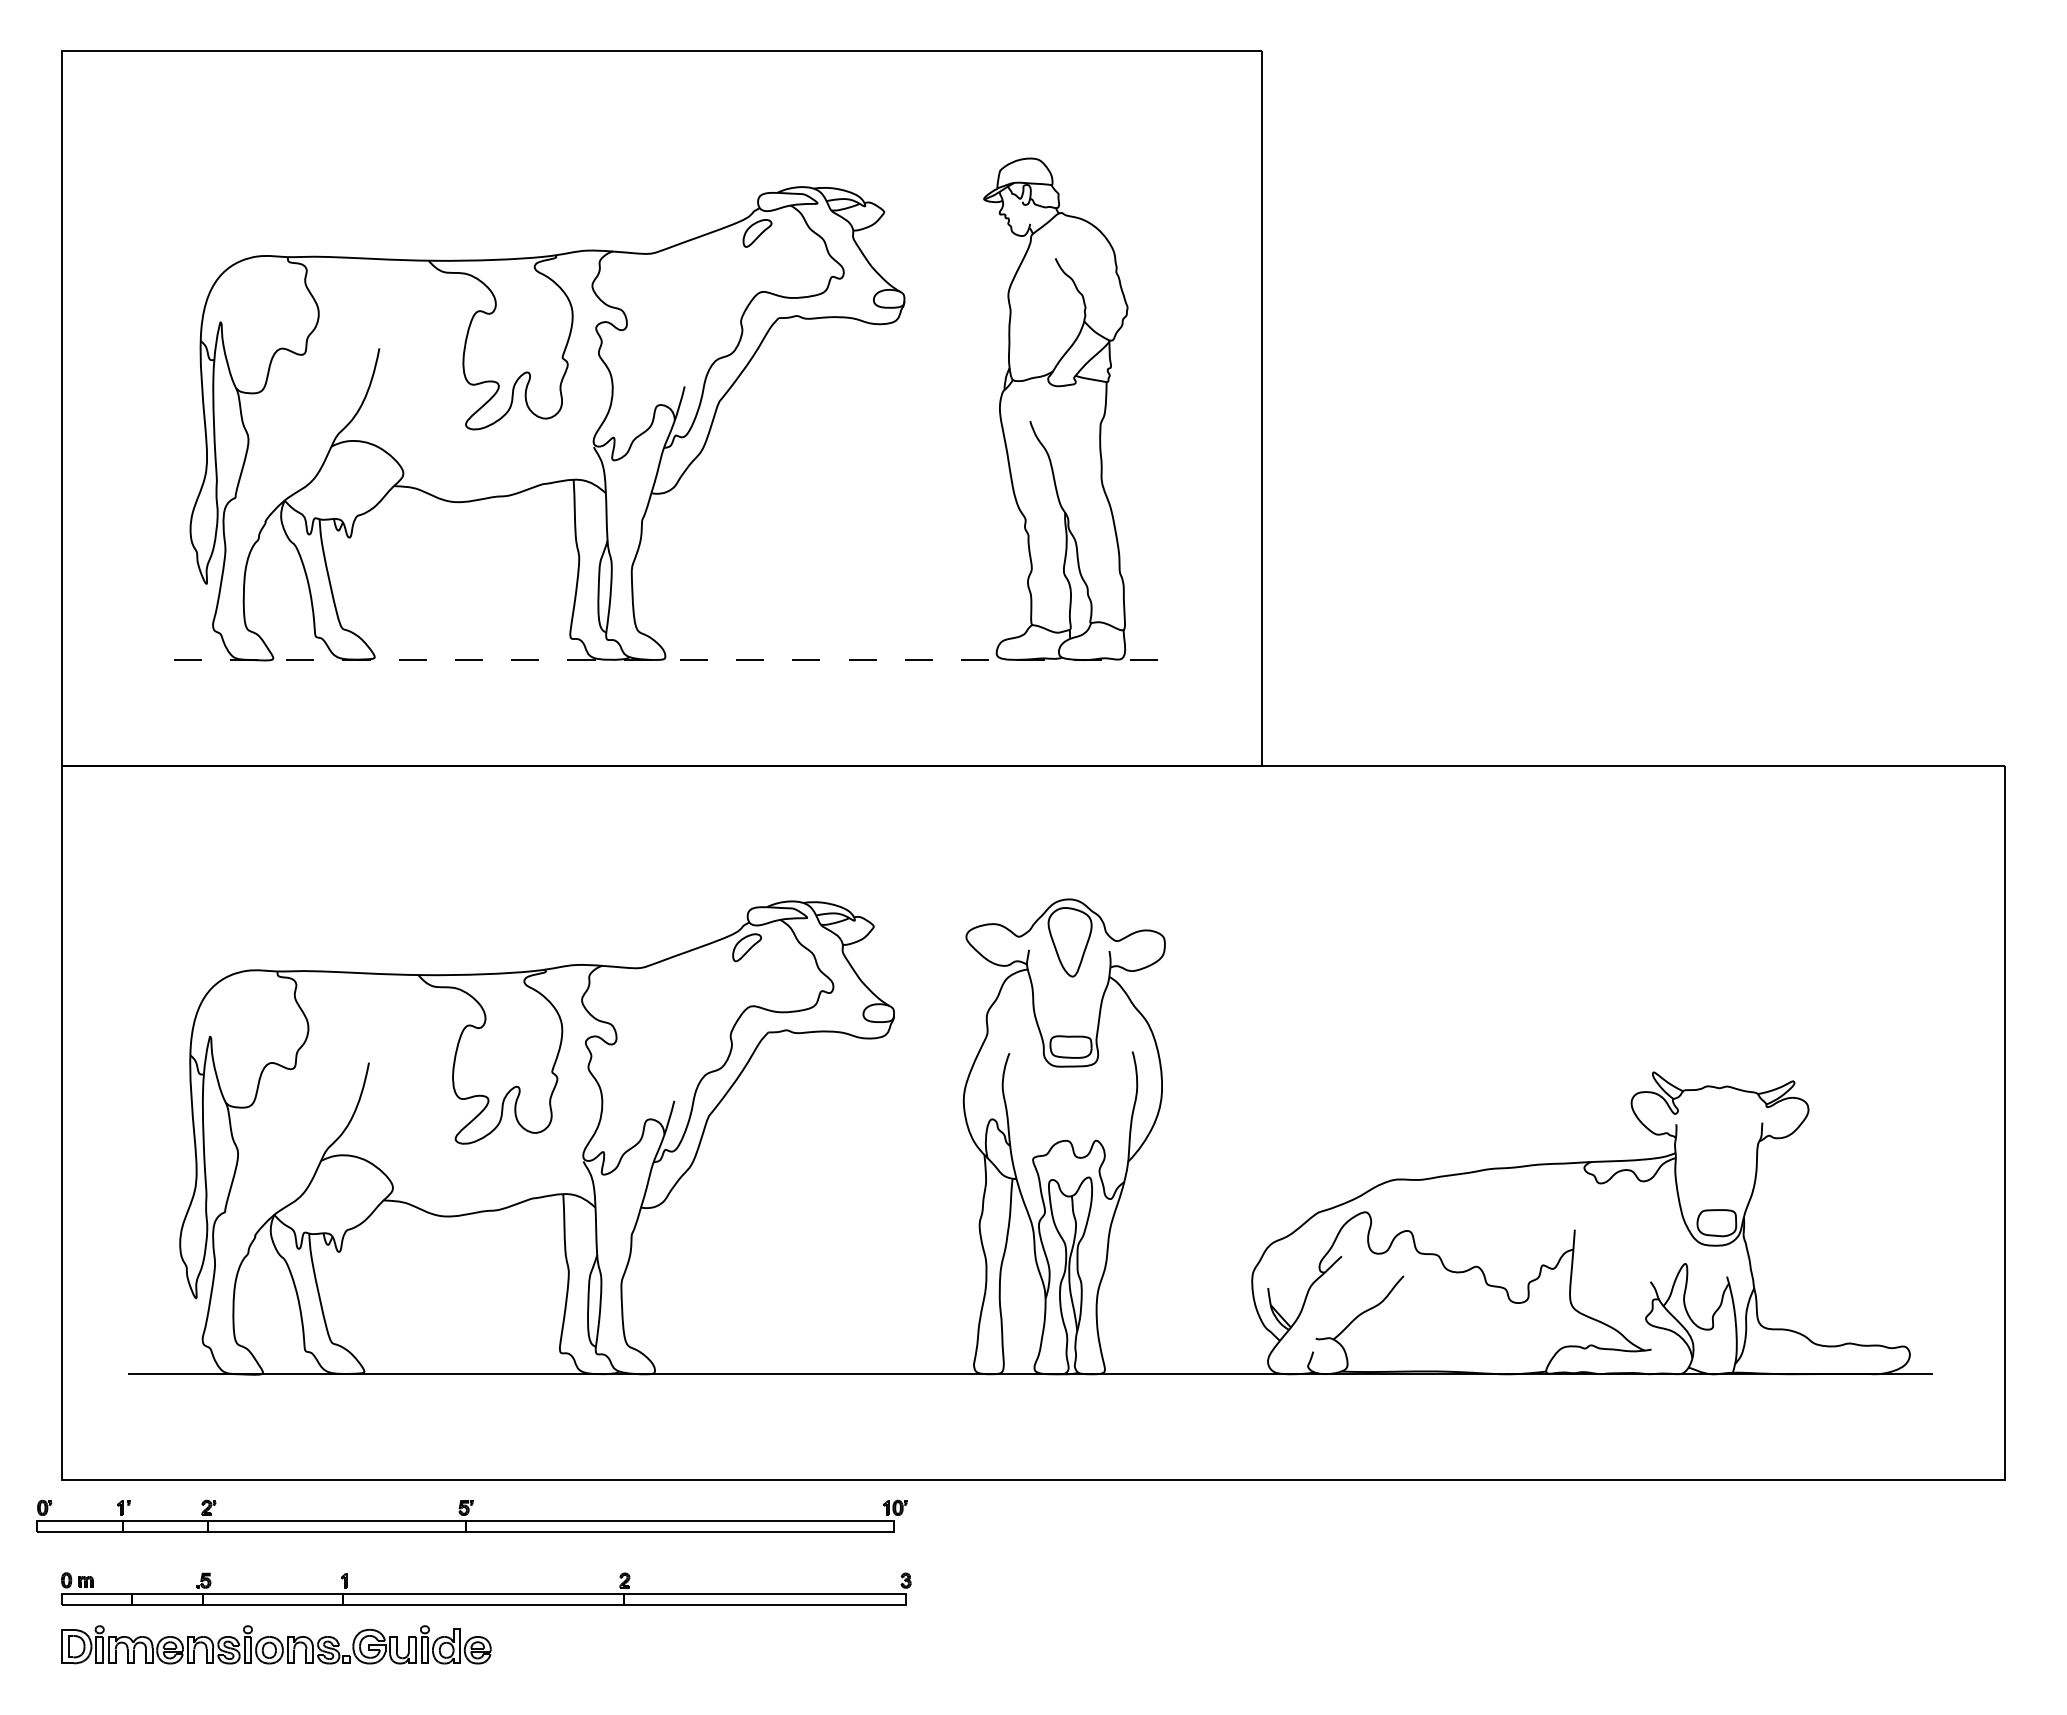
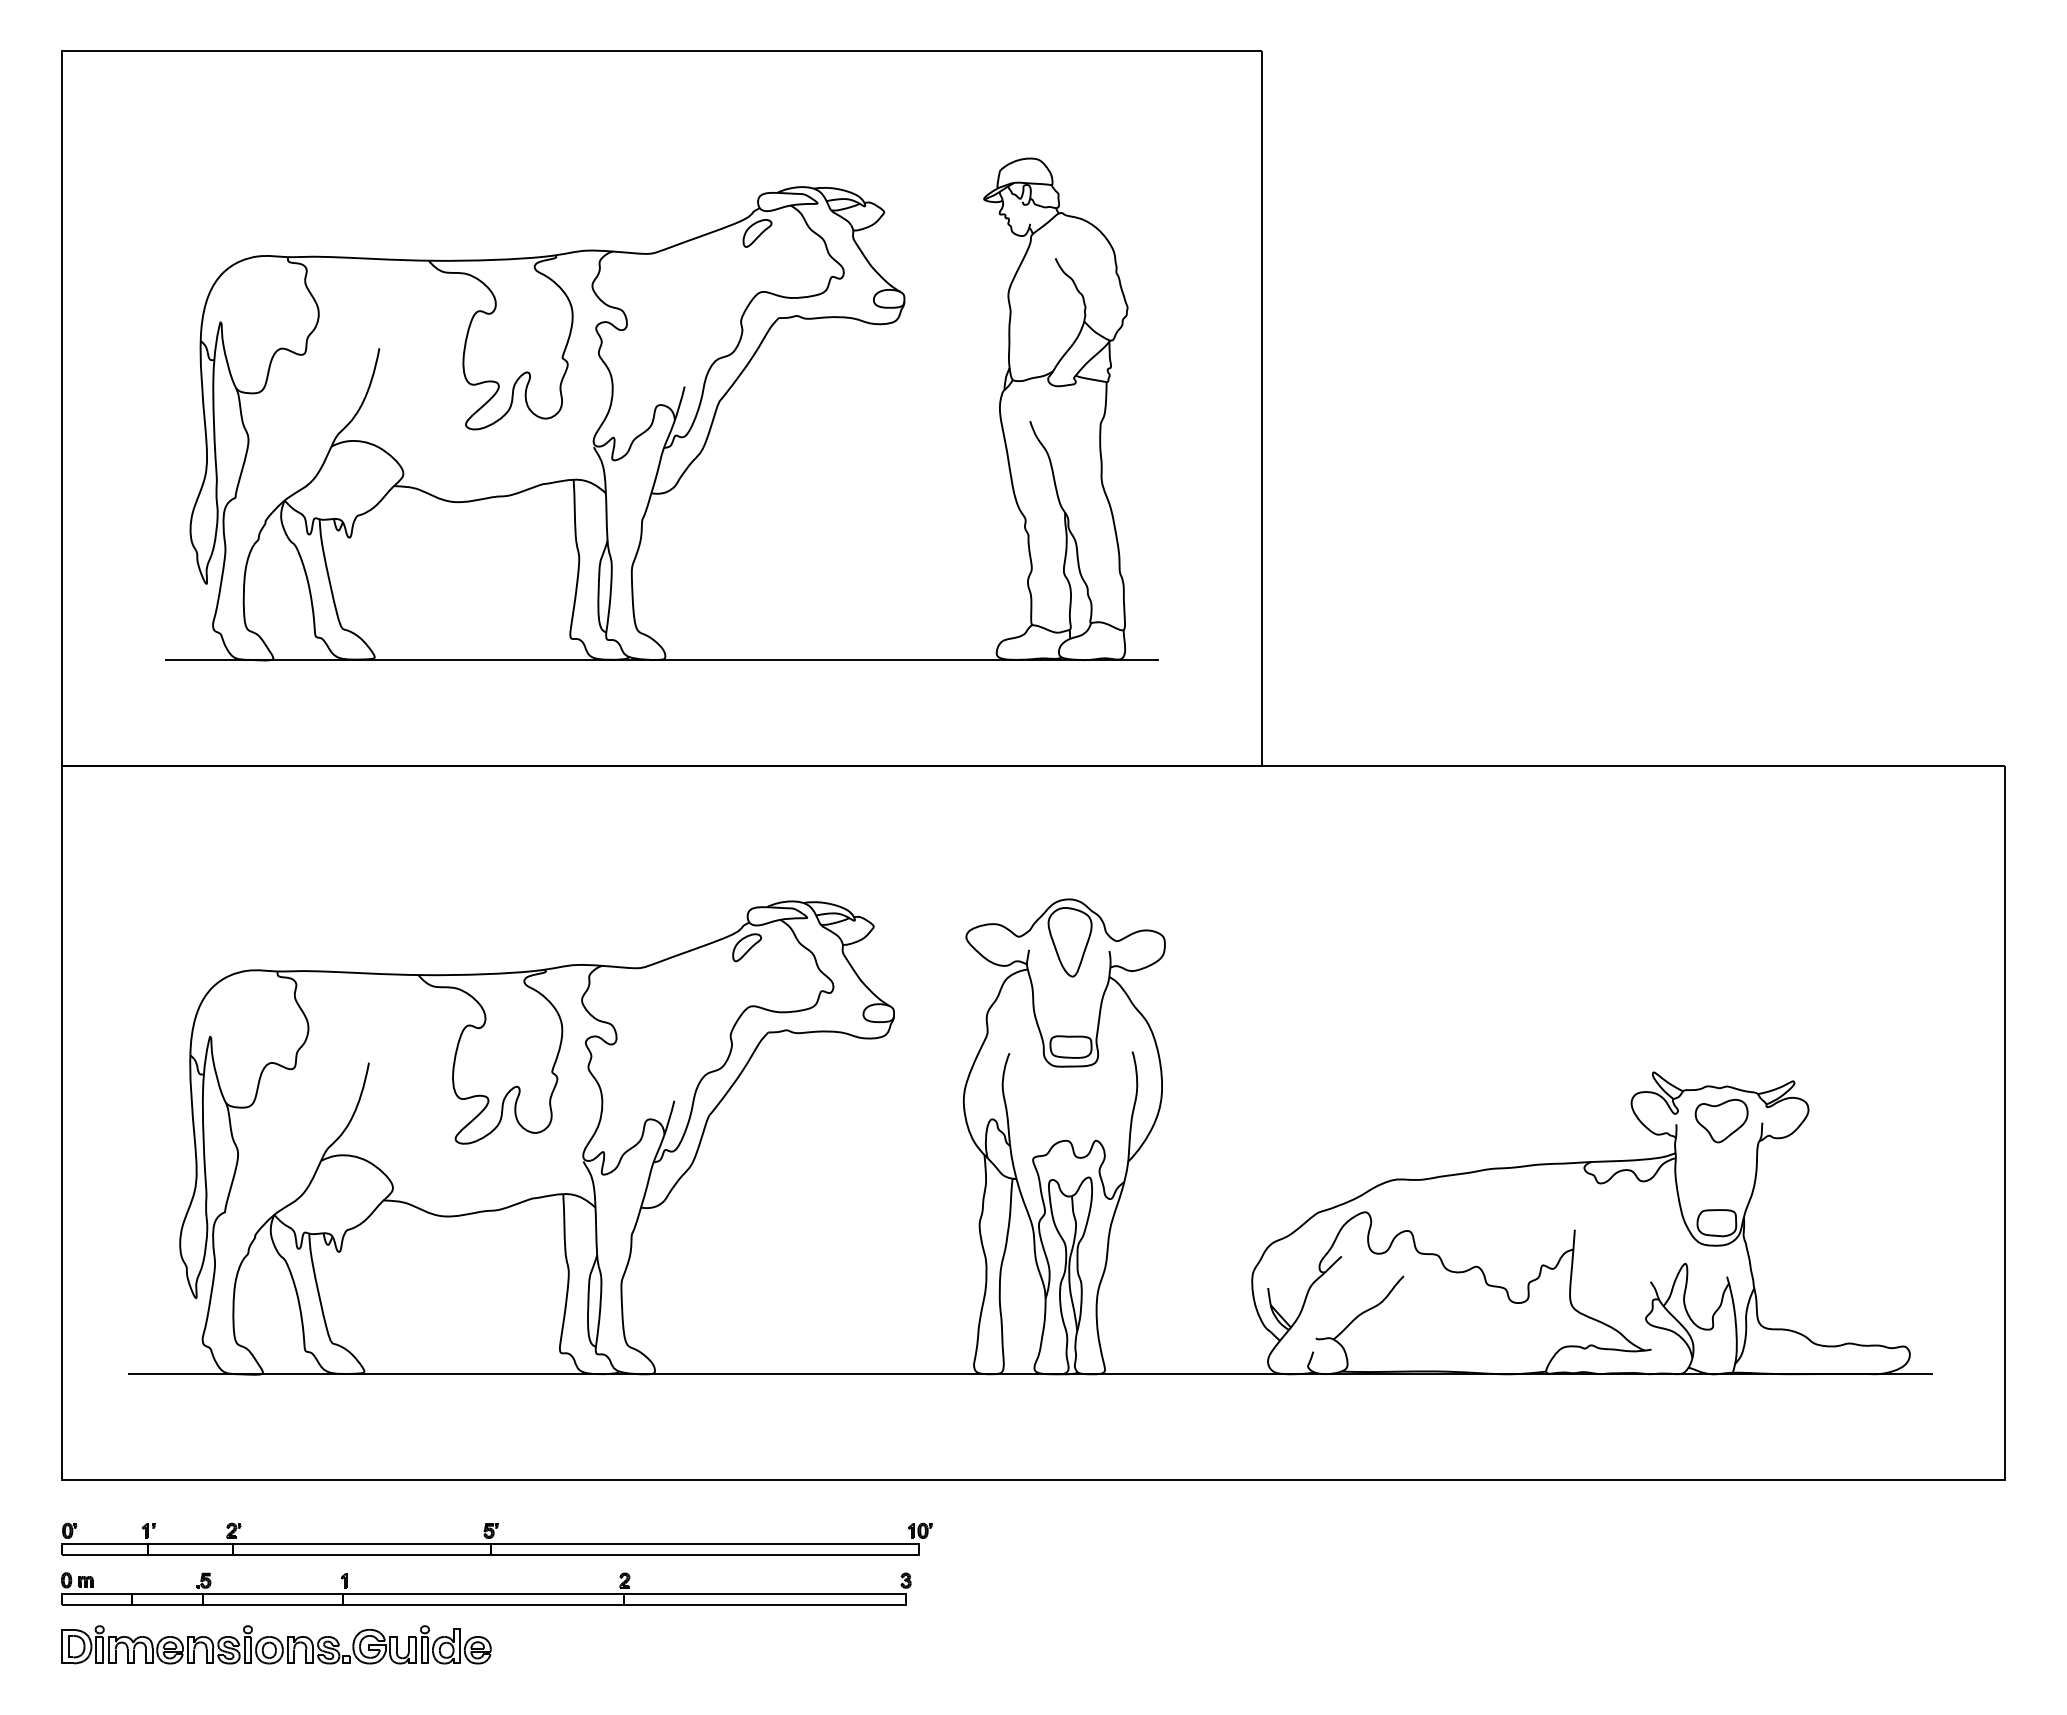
line at (662, 659): dashed -> solid
part at (1721, 1121): none -> present
part at (471, 1515) position: (471, 1515) -> (496, 1538)
